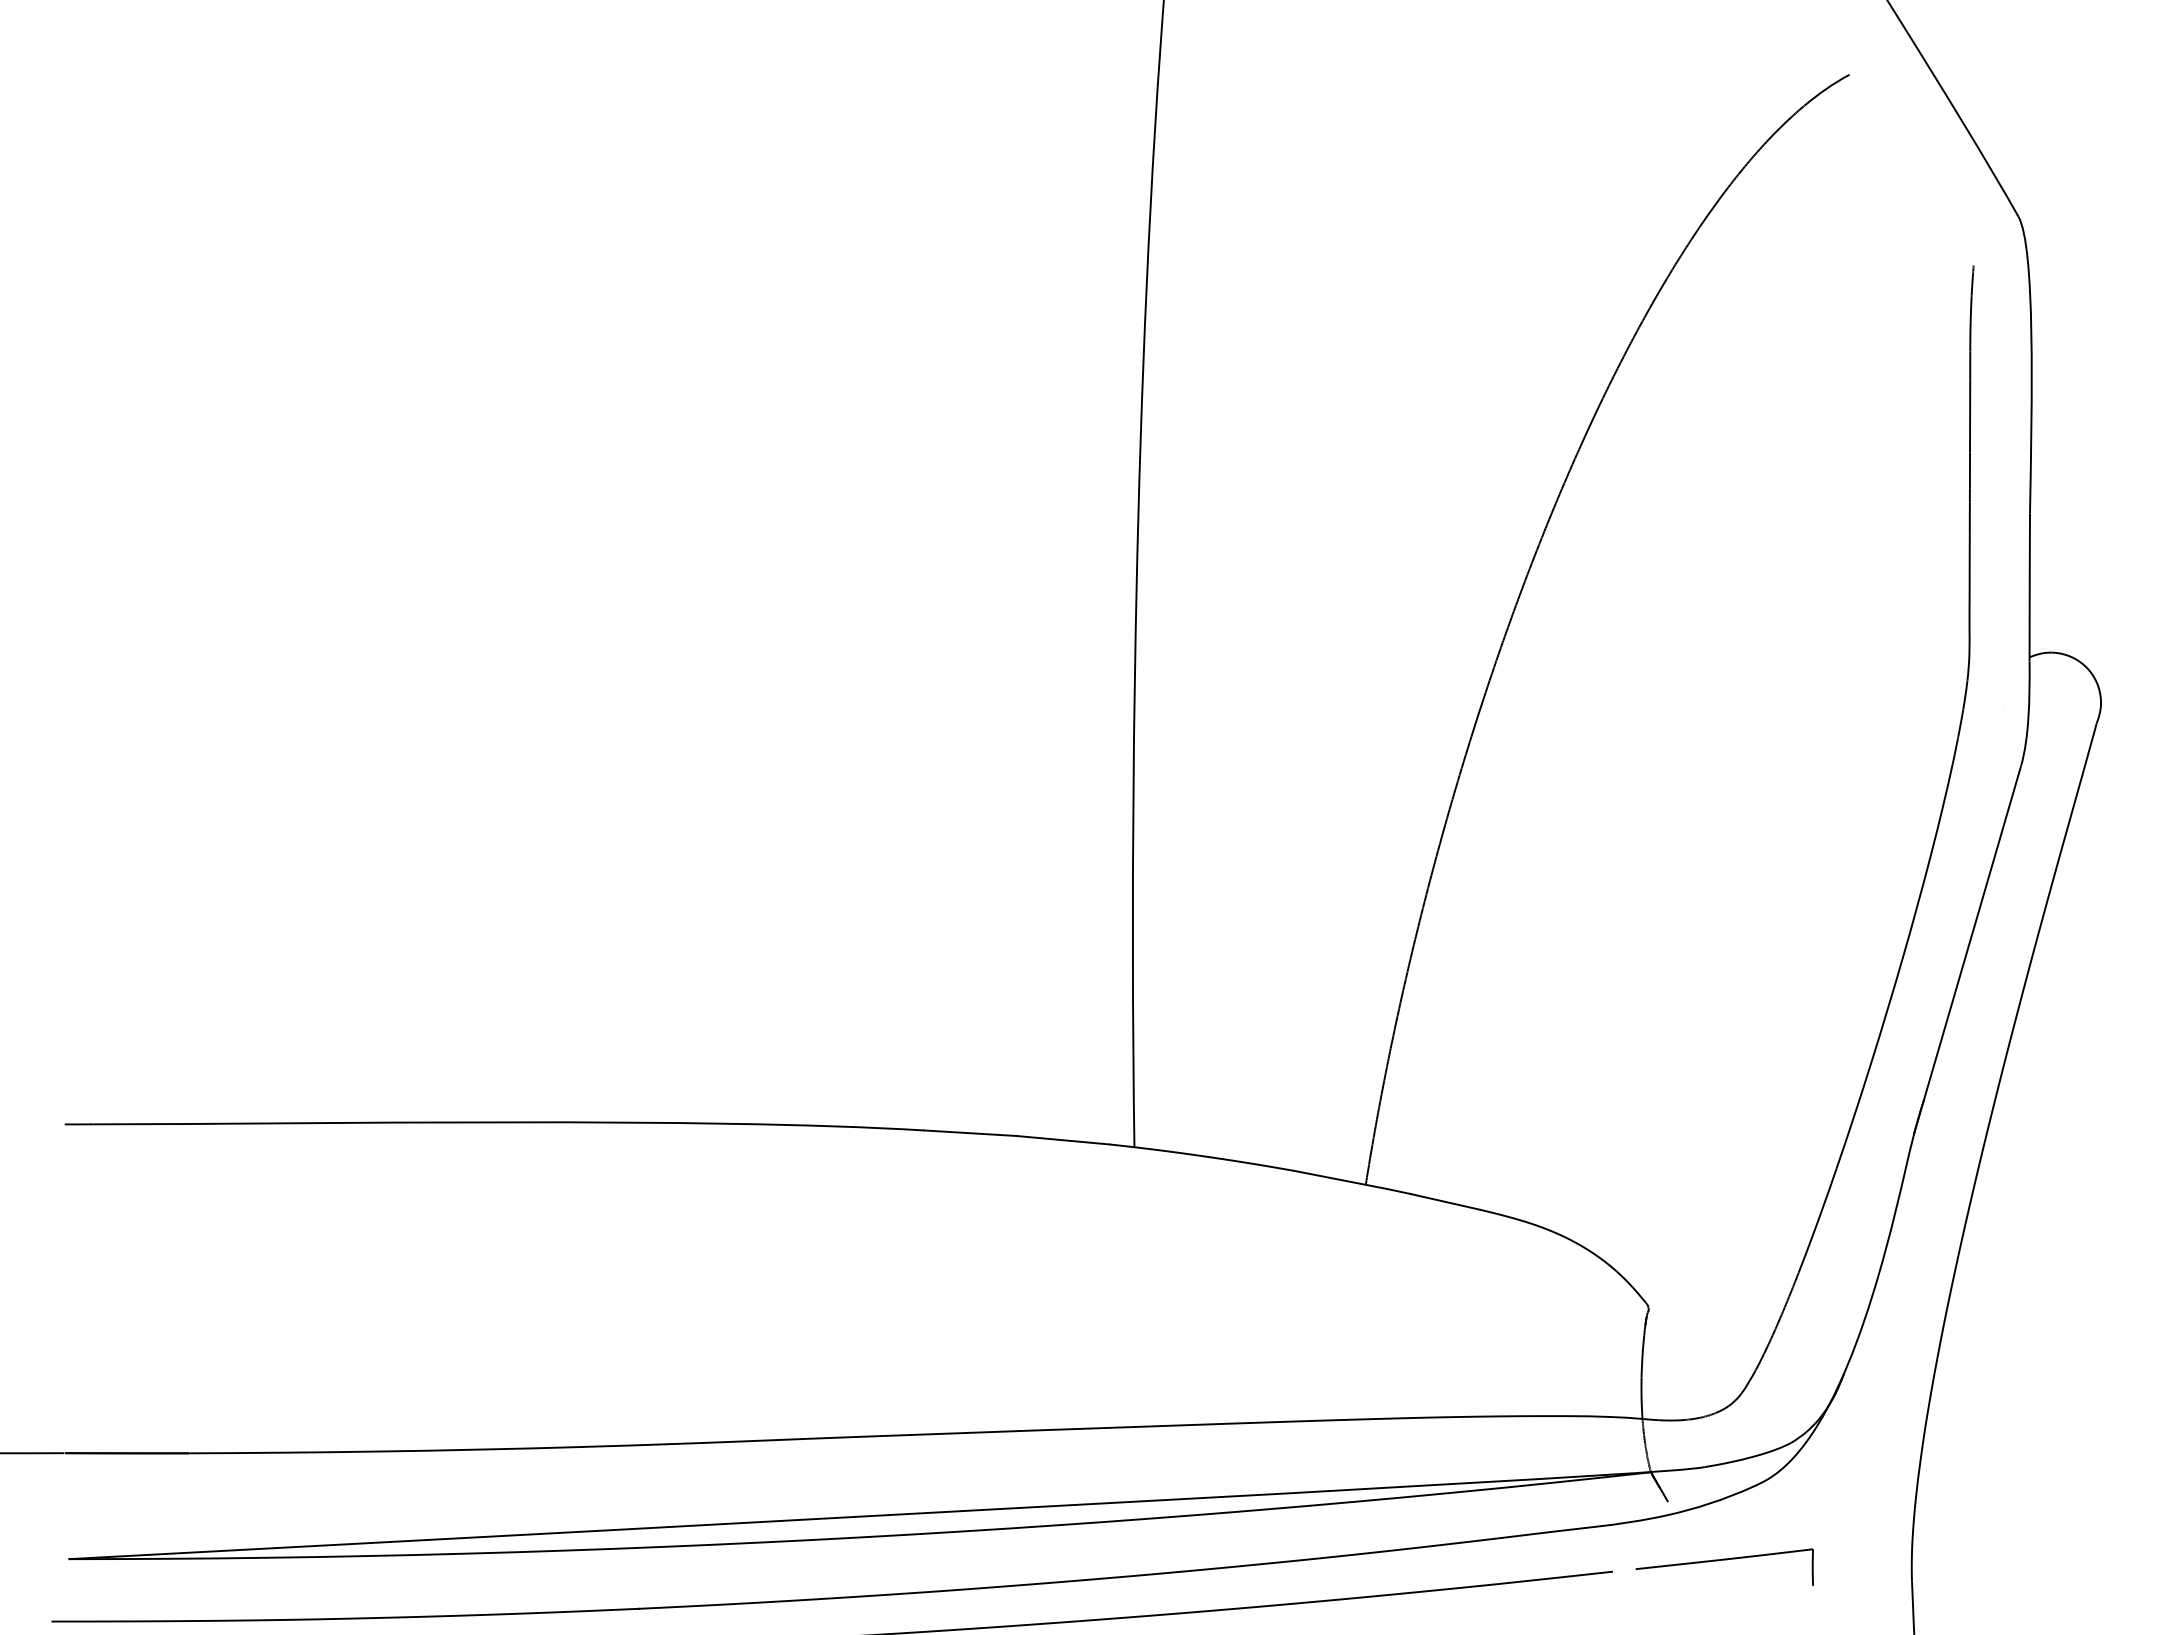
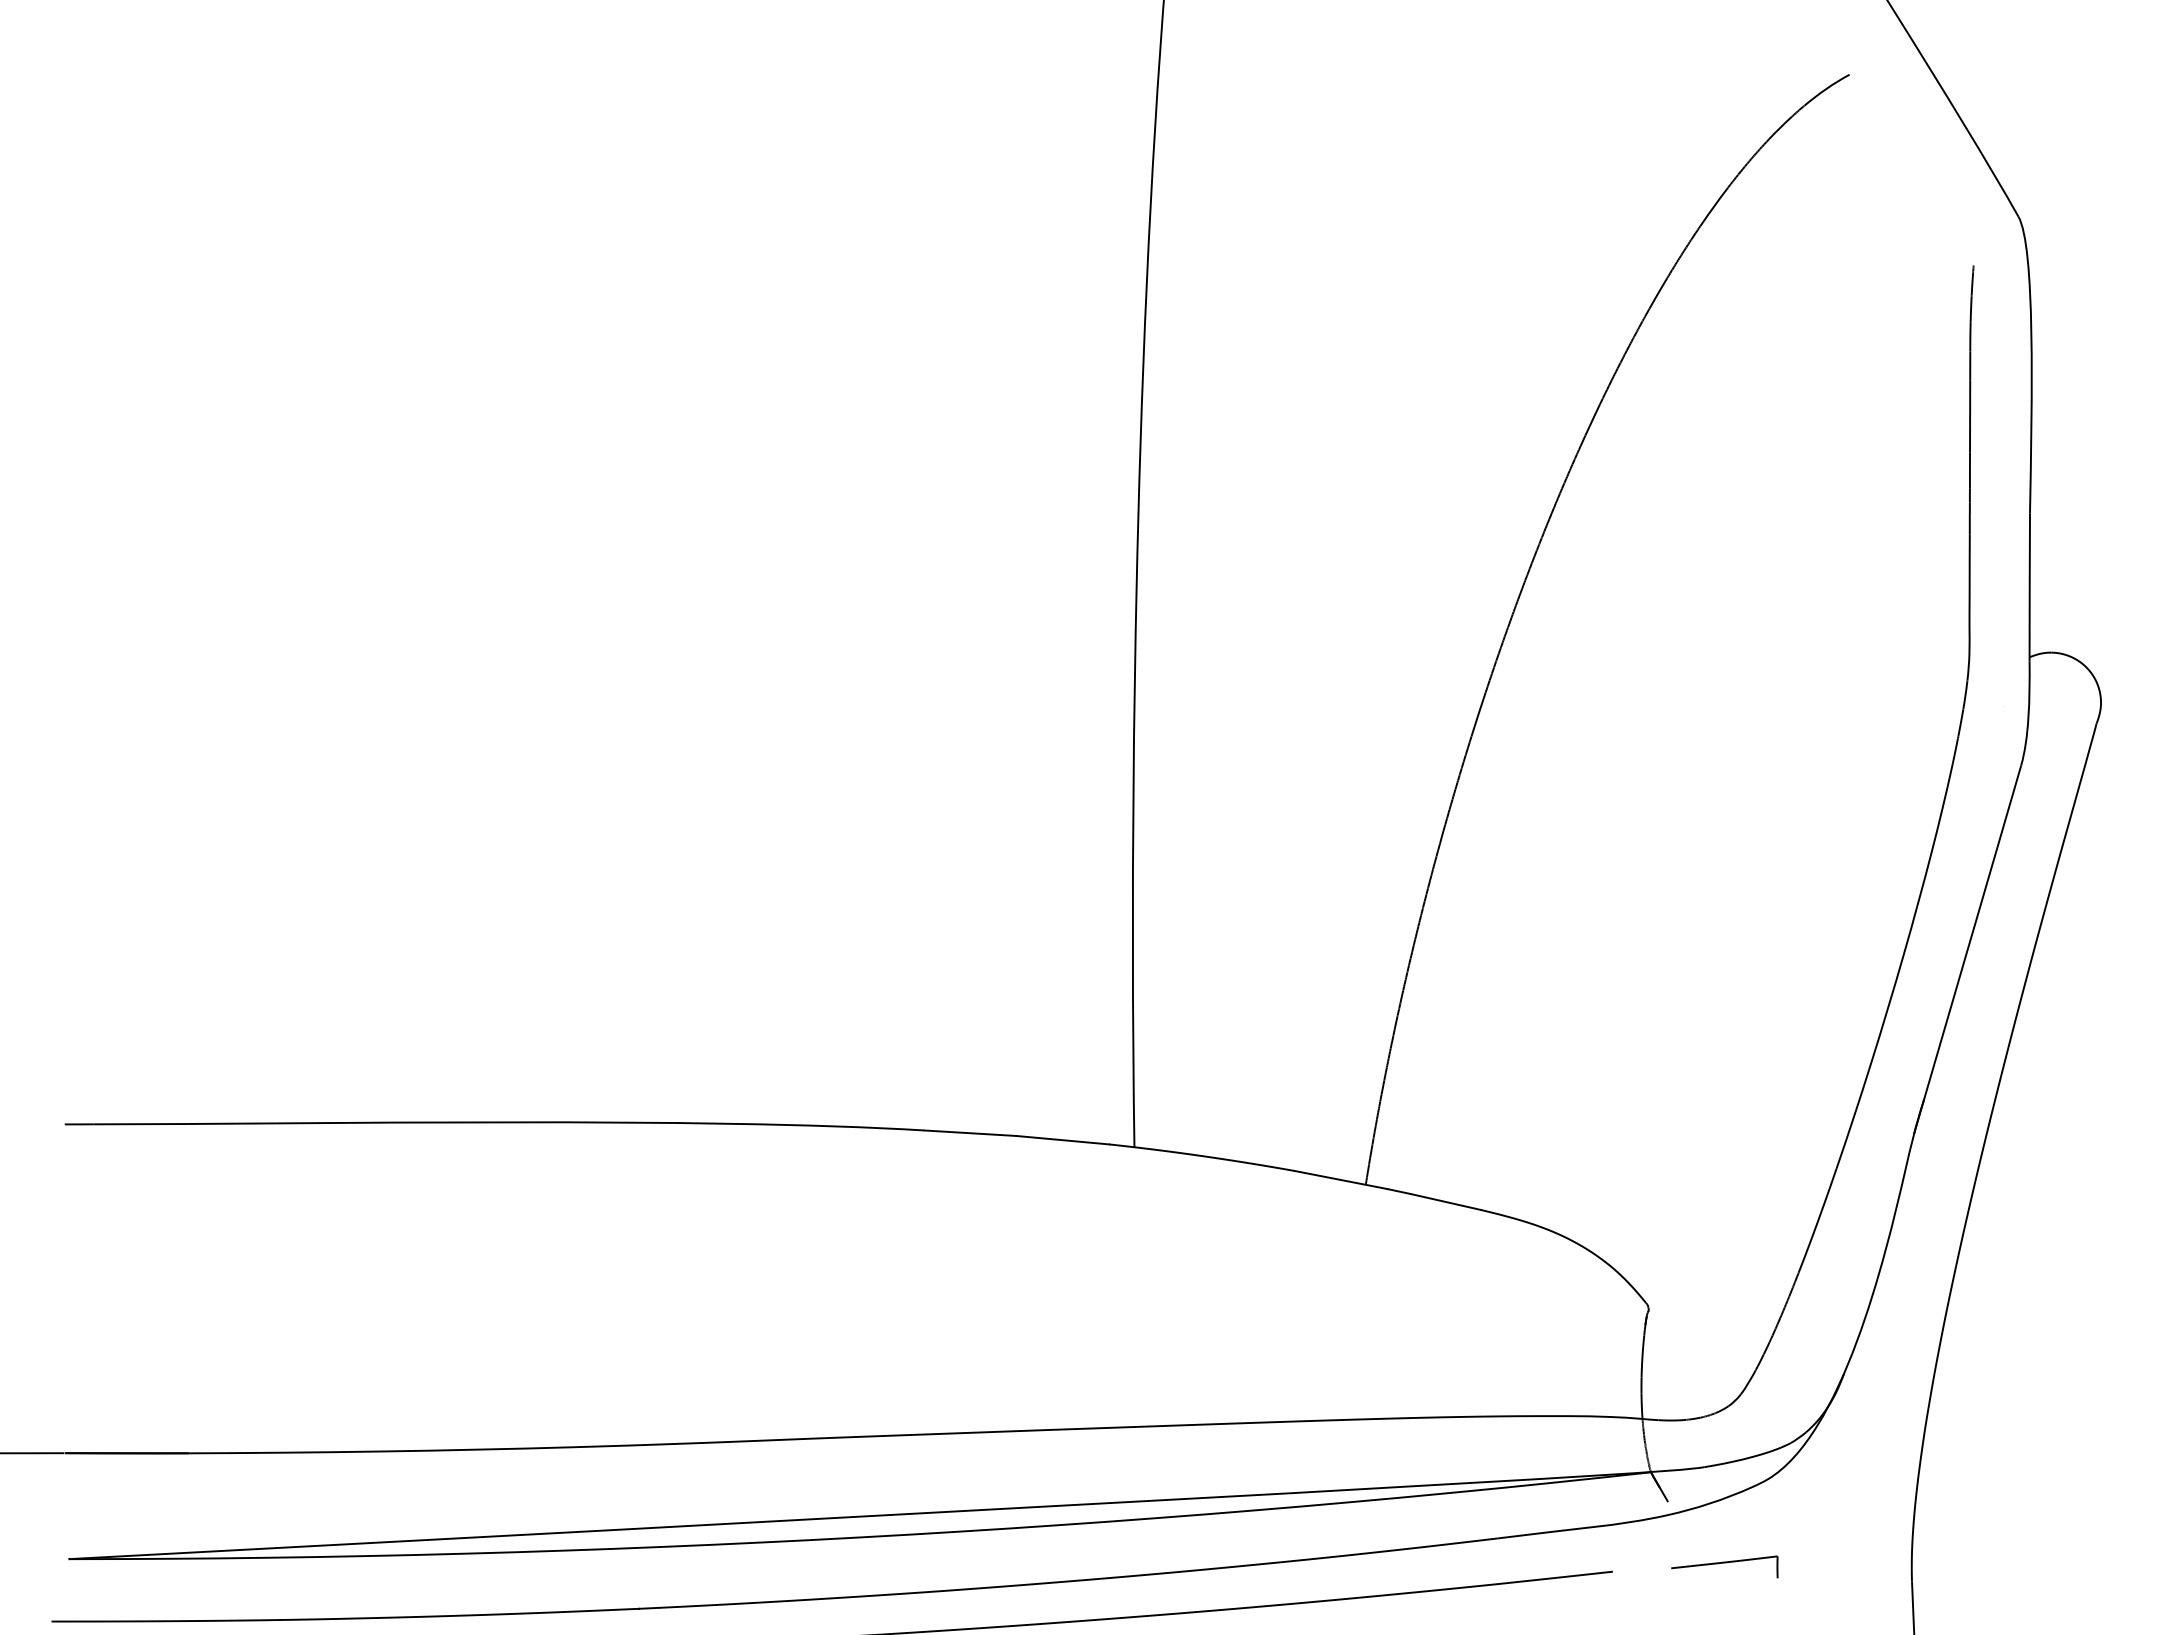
part at (1724, 1566) size: 179x38 px -> 108x24 px
